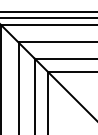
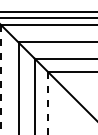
line at (0, 79): solid -> dashed
line at (48, 103): solid -> dashed
